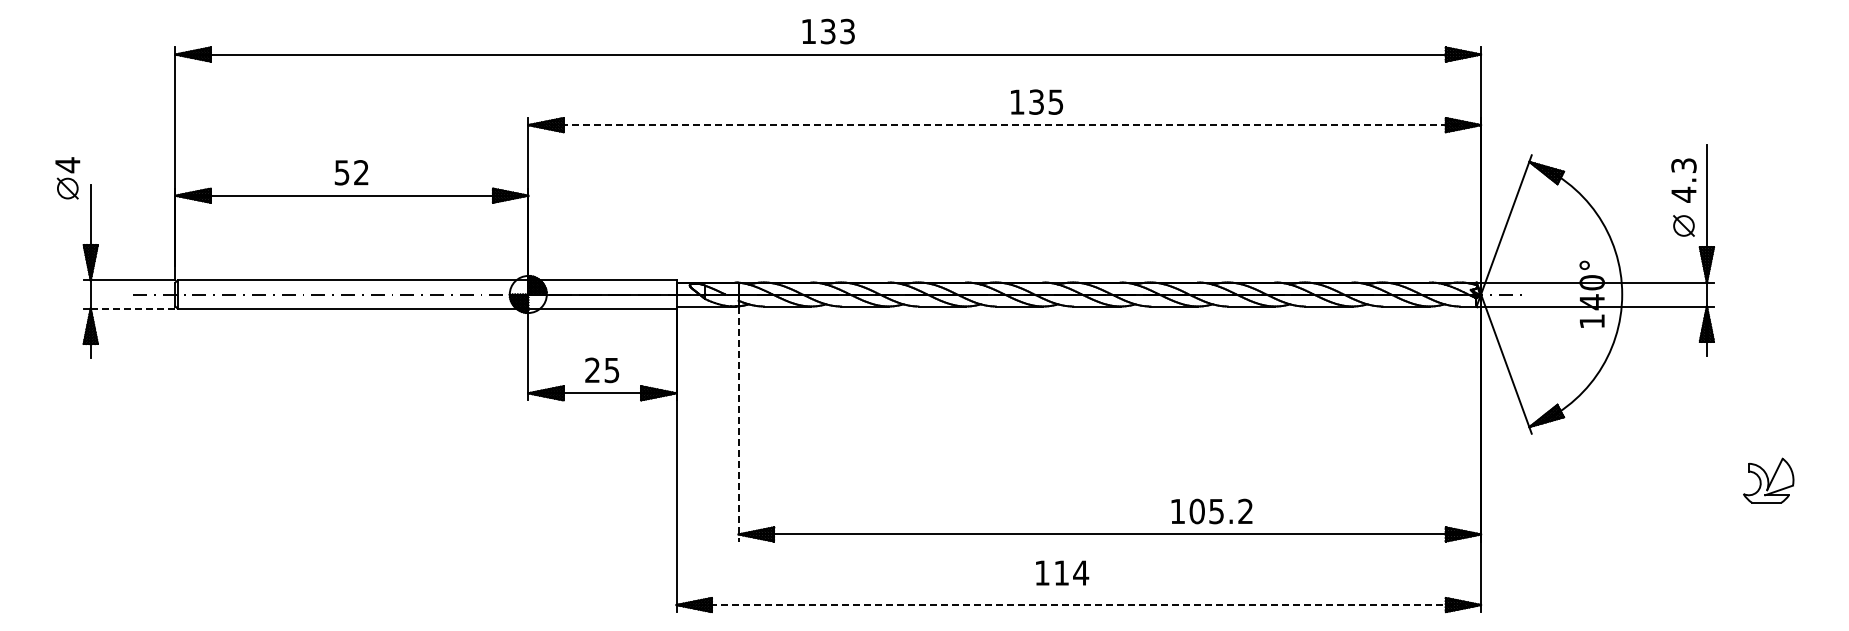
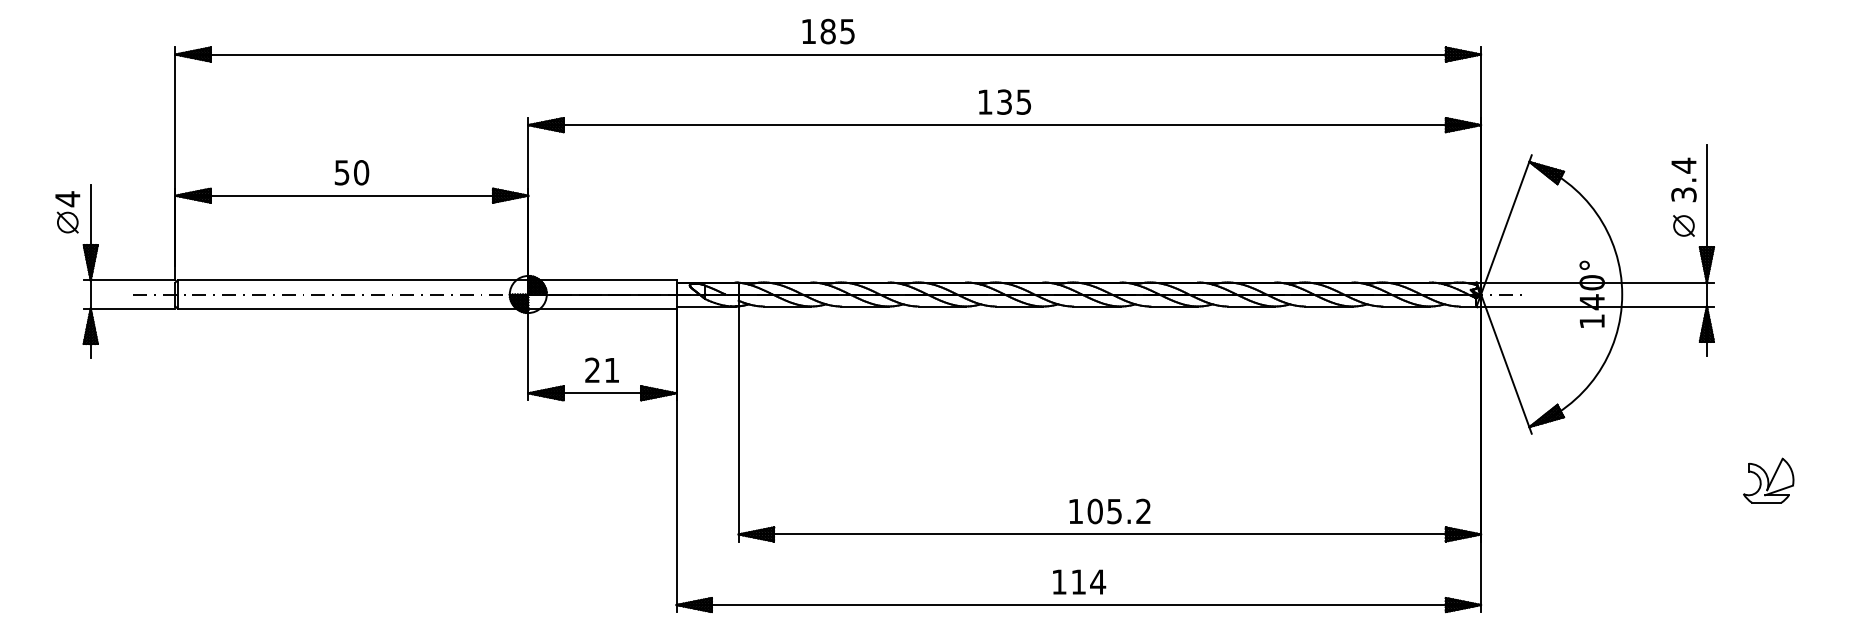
text at (837, 31): 133 -> 185
text at (1036, 101) position: (1036, 101) -> (1004, 101)
line at (1005, 125): dashed -> solid
text at (361, 172): 52 -> 50
part at (67, 178) position: (67, 178) -> (67, 212)
text at (1683, 179): 4.3 -> 3.4
line at (132, 308): dashed -> solid
text at (611, 370): 25 -> 21
line at (738, 424): dashed -> solid
text at (1211, 511) position: (1211, 511) -> (1109, 511)
text at (1062, 572) position: (1062, 572) -> (1079, 581)
line at (1079, 605): dashed -> solid
